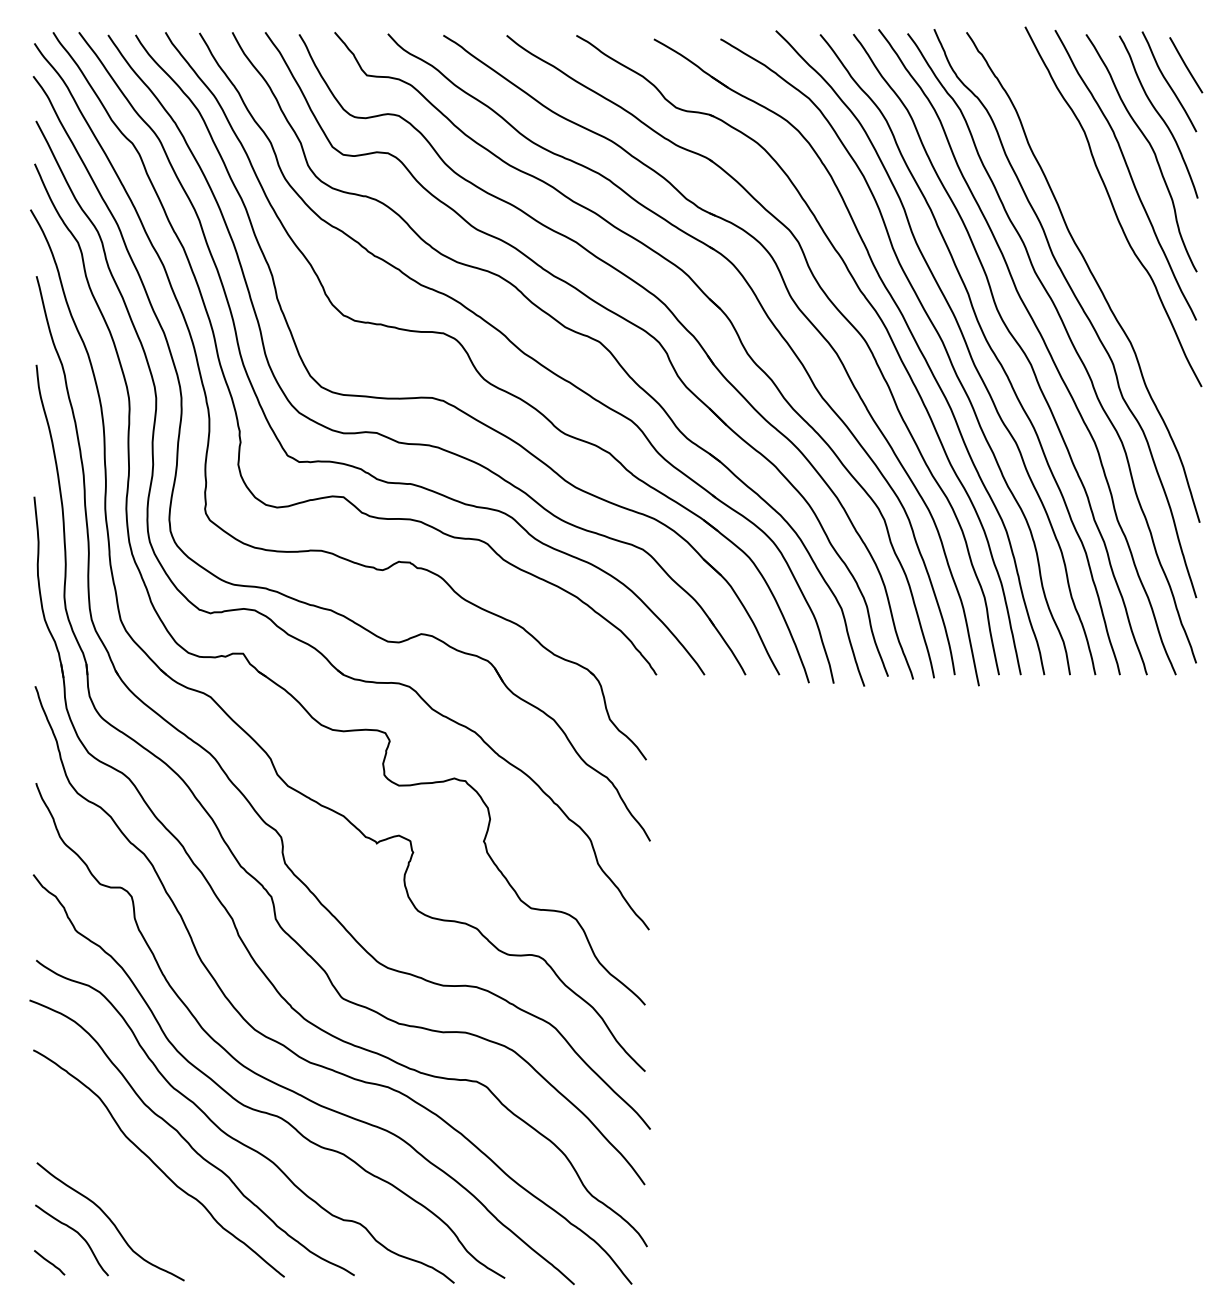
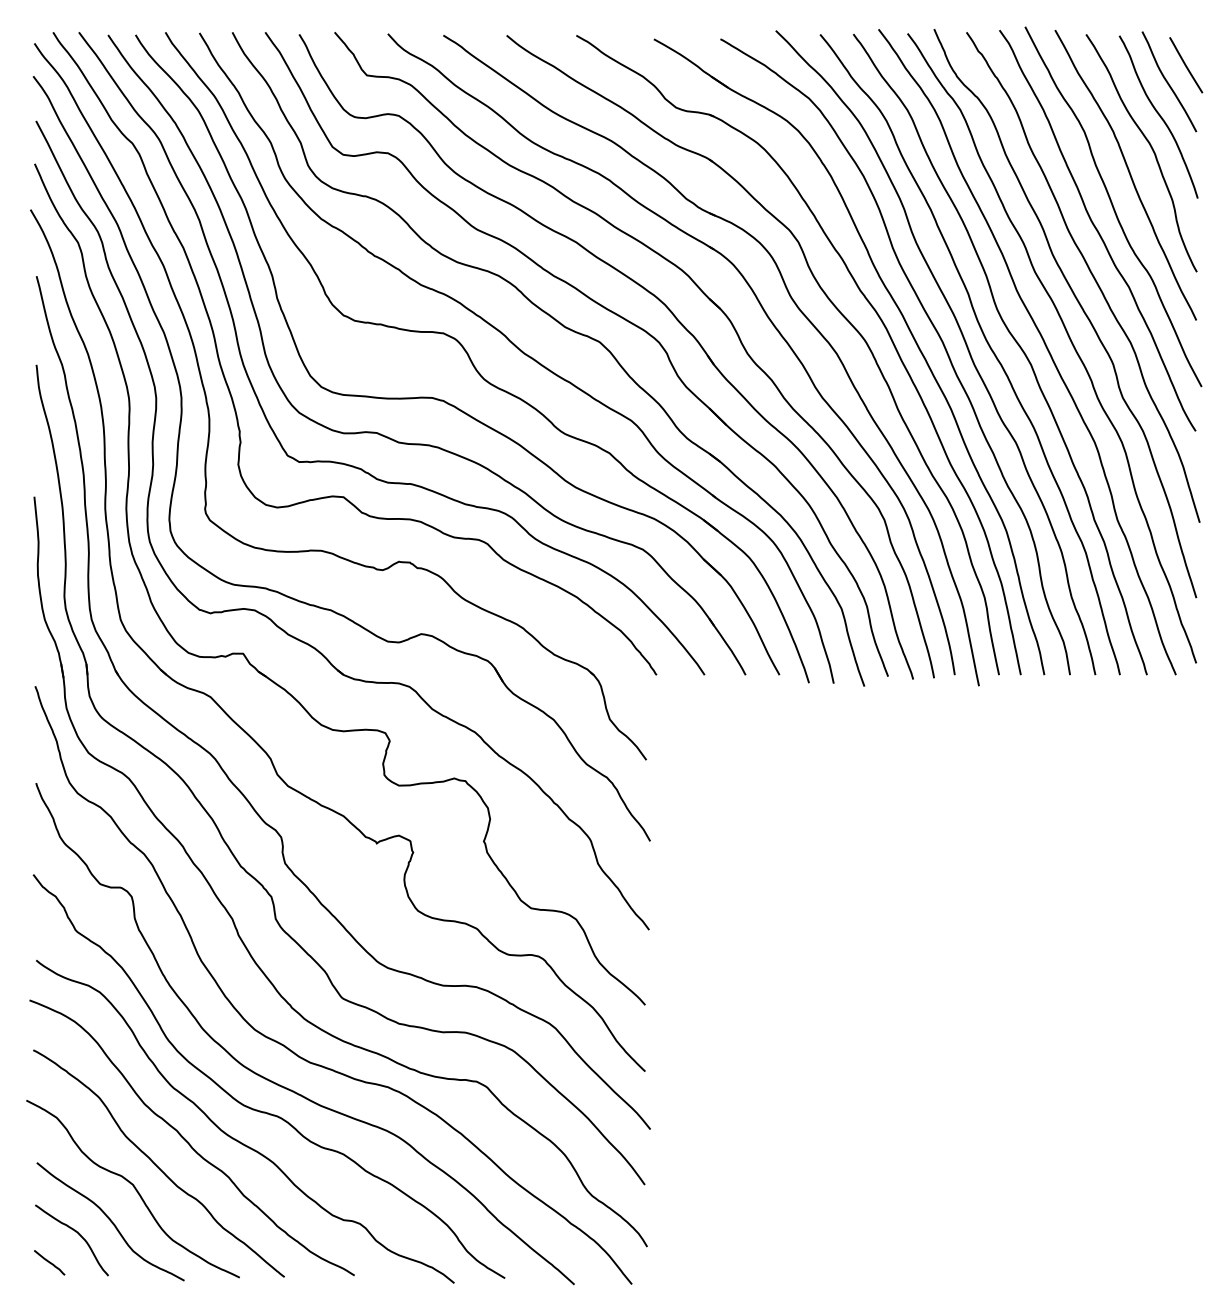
curve at (1097, 230): none -> present
curve at (133, 1187): none -> present
